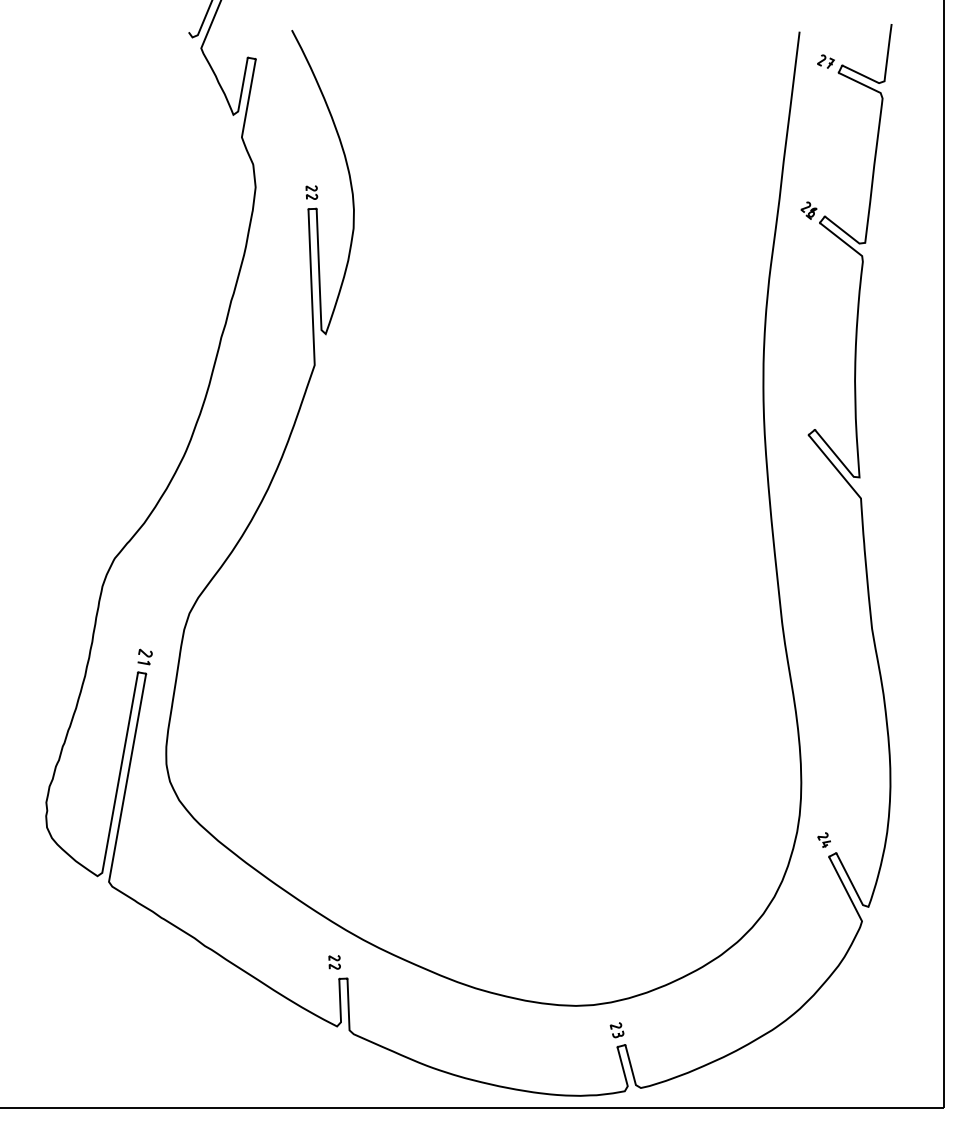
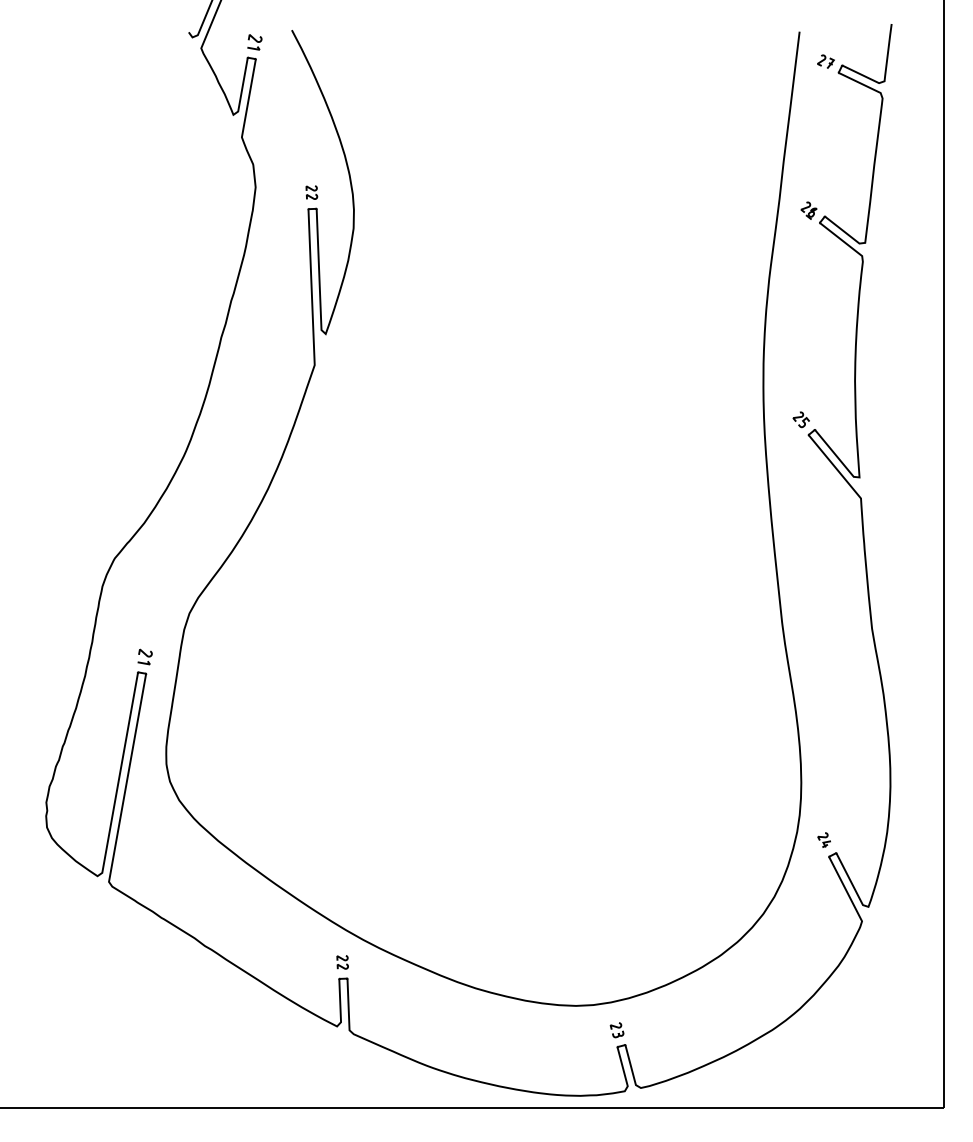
part at (254, 42): none -> present
part at (800, 419): none -> present
part at (334, 962) position: (334, 962) -> (342, 962)
